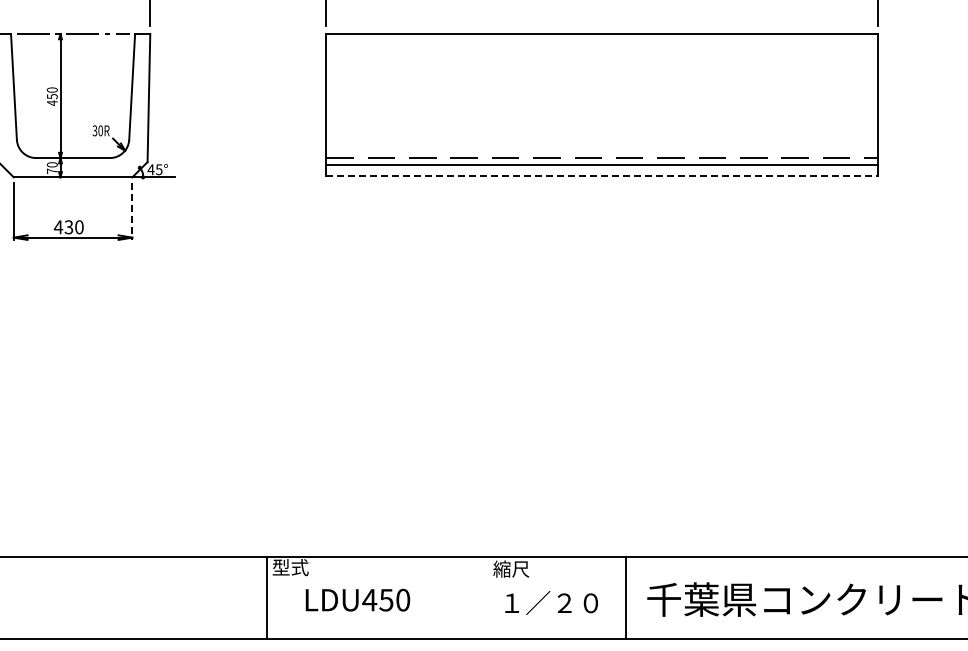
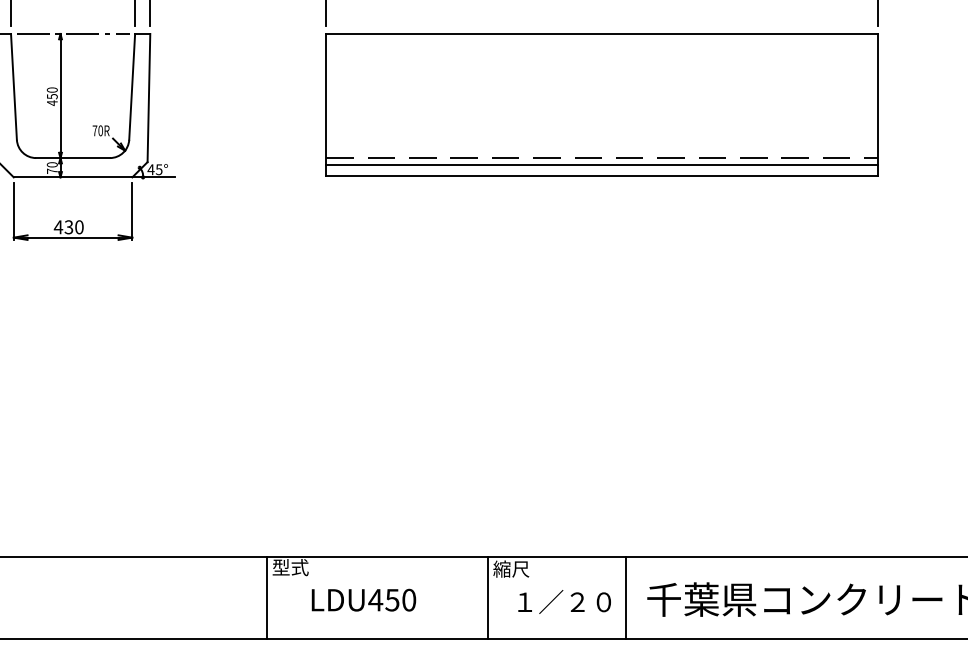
line at (11, 14): none -> present
line at (135, 14): none -> present
text at (94, 130): 30R -> 70R
line at (602, 176): dashed -> solid
line at (132, 211): dashed -> solid
line at (487, 597): none -> present
text at (357, 599) position: (357, 599) -> (363, 599)
text at (551, 602) position: (551, 602) -> (564, 601)
